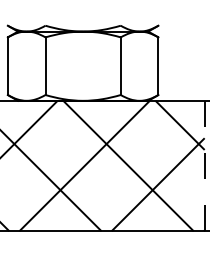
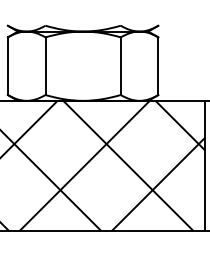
line at (204, 165): dashed -> solid
